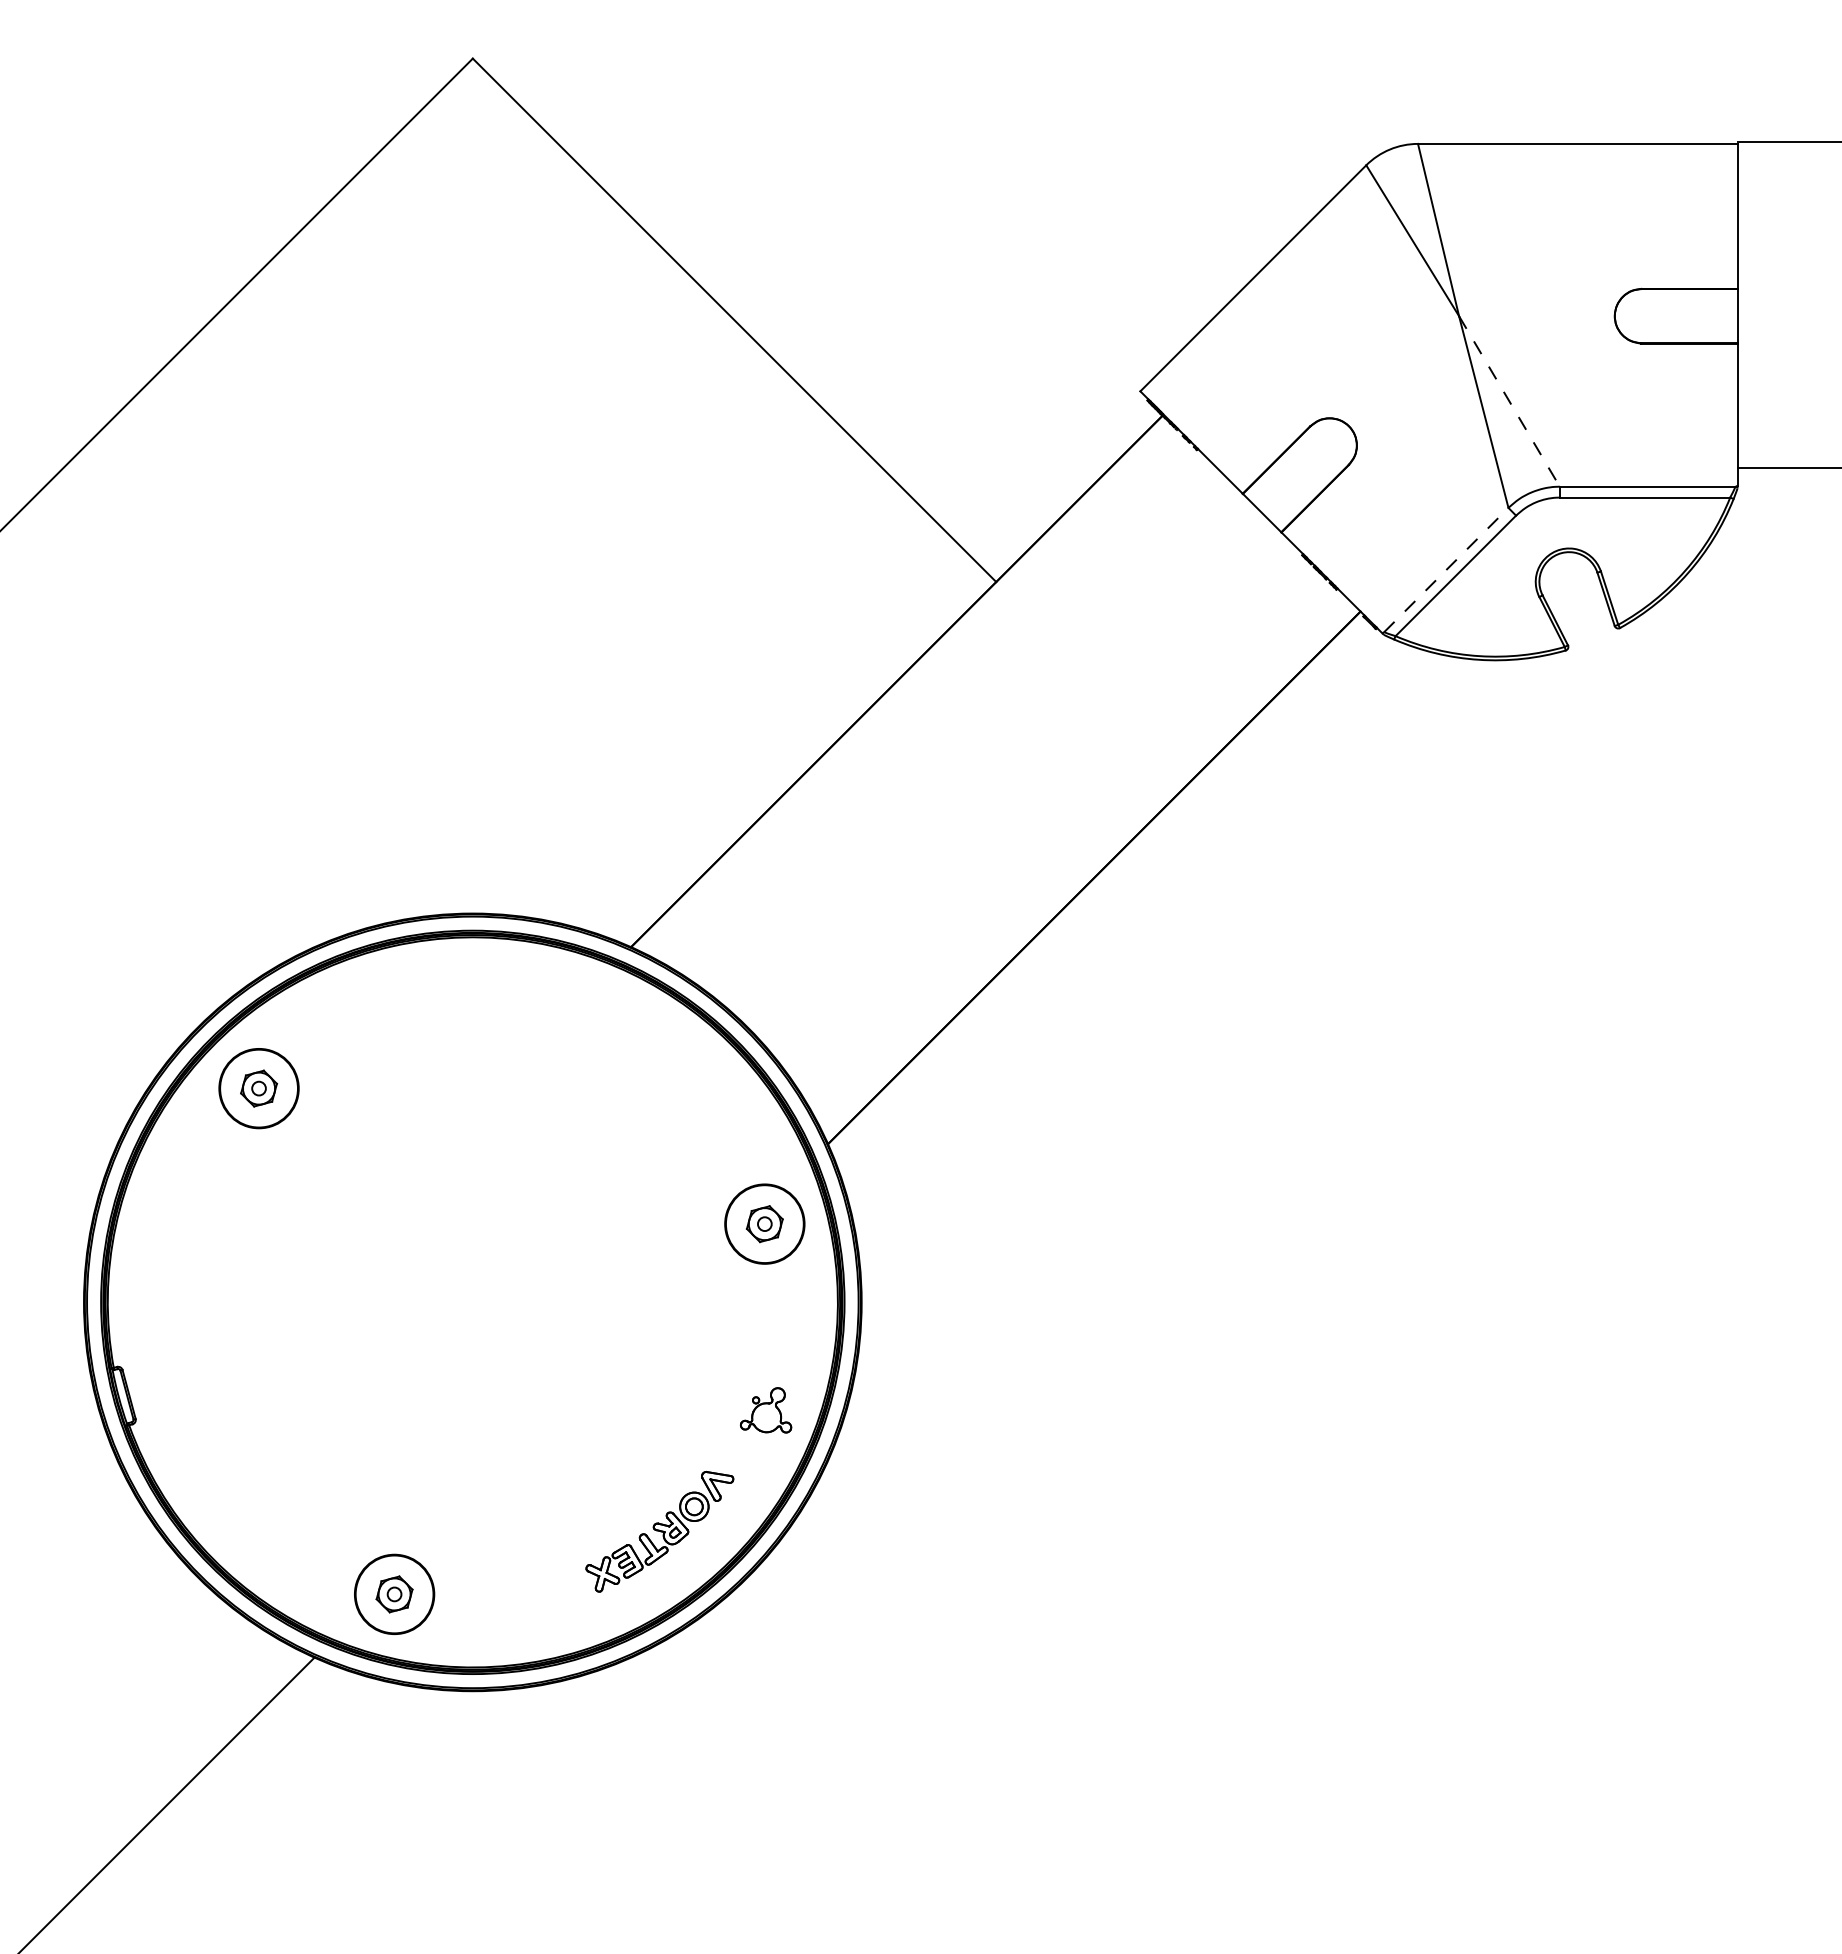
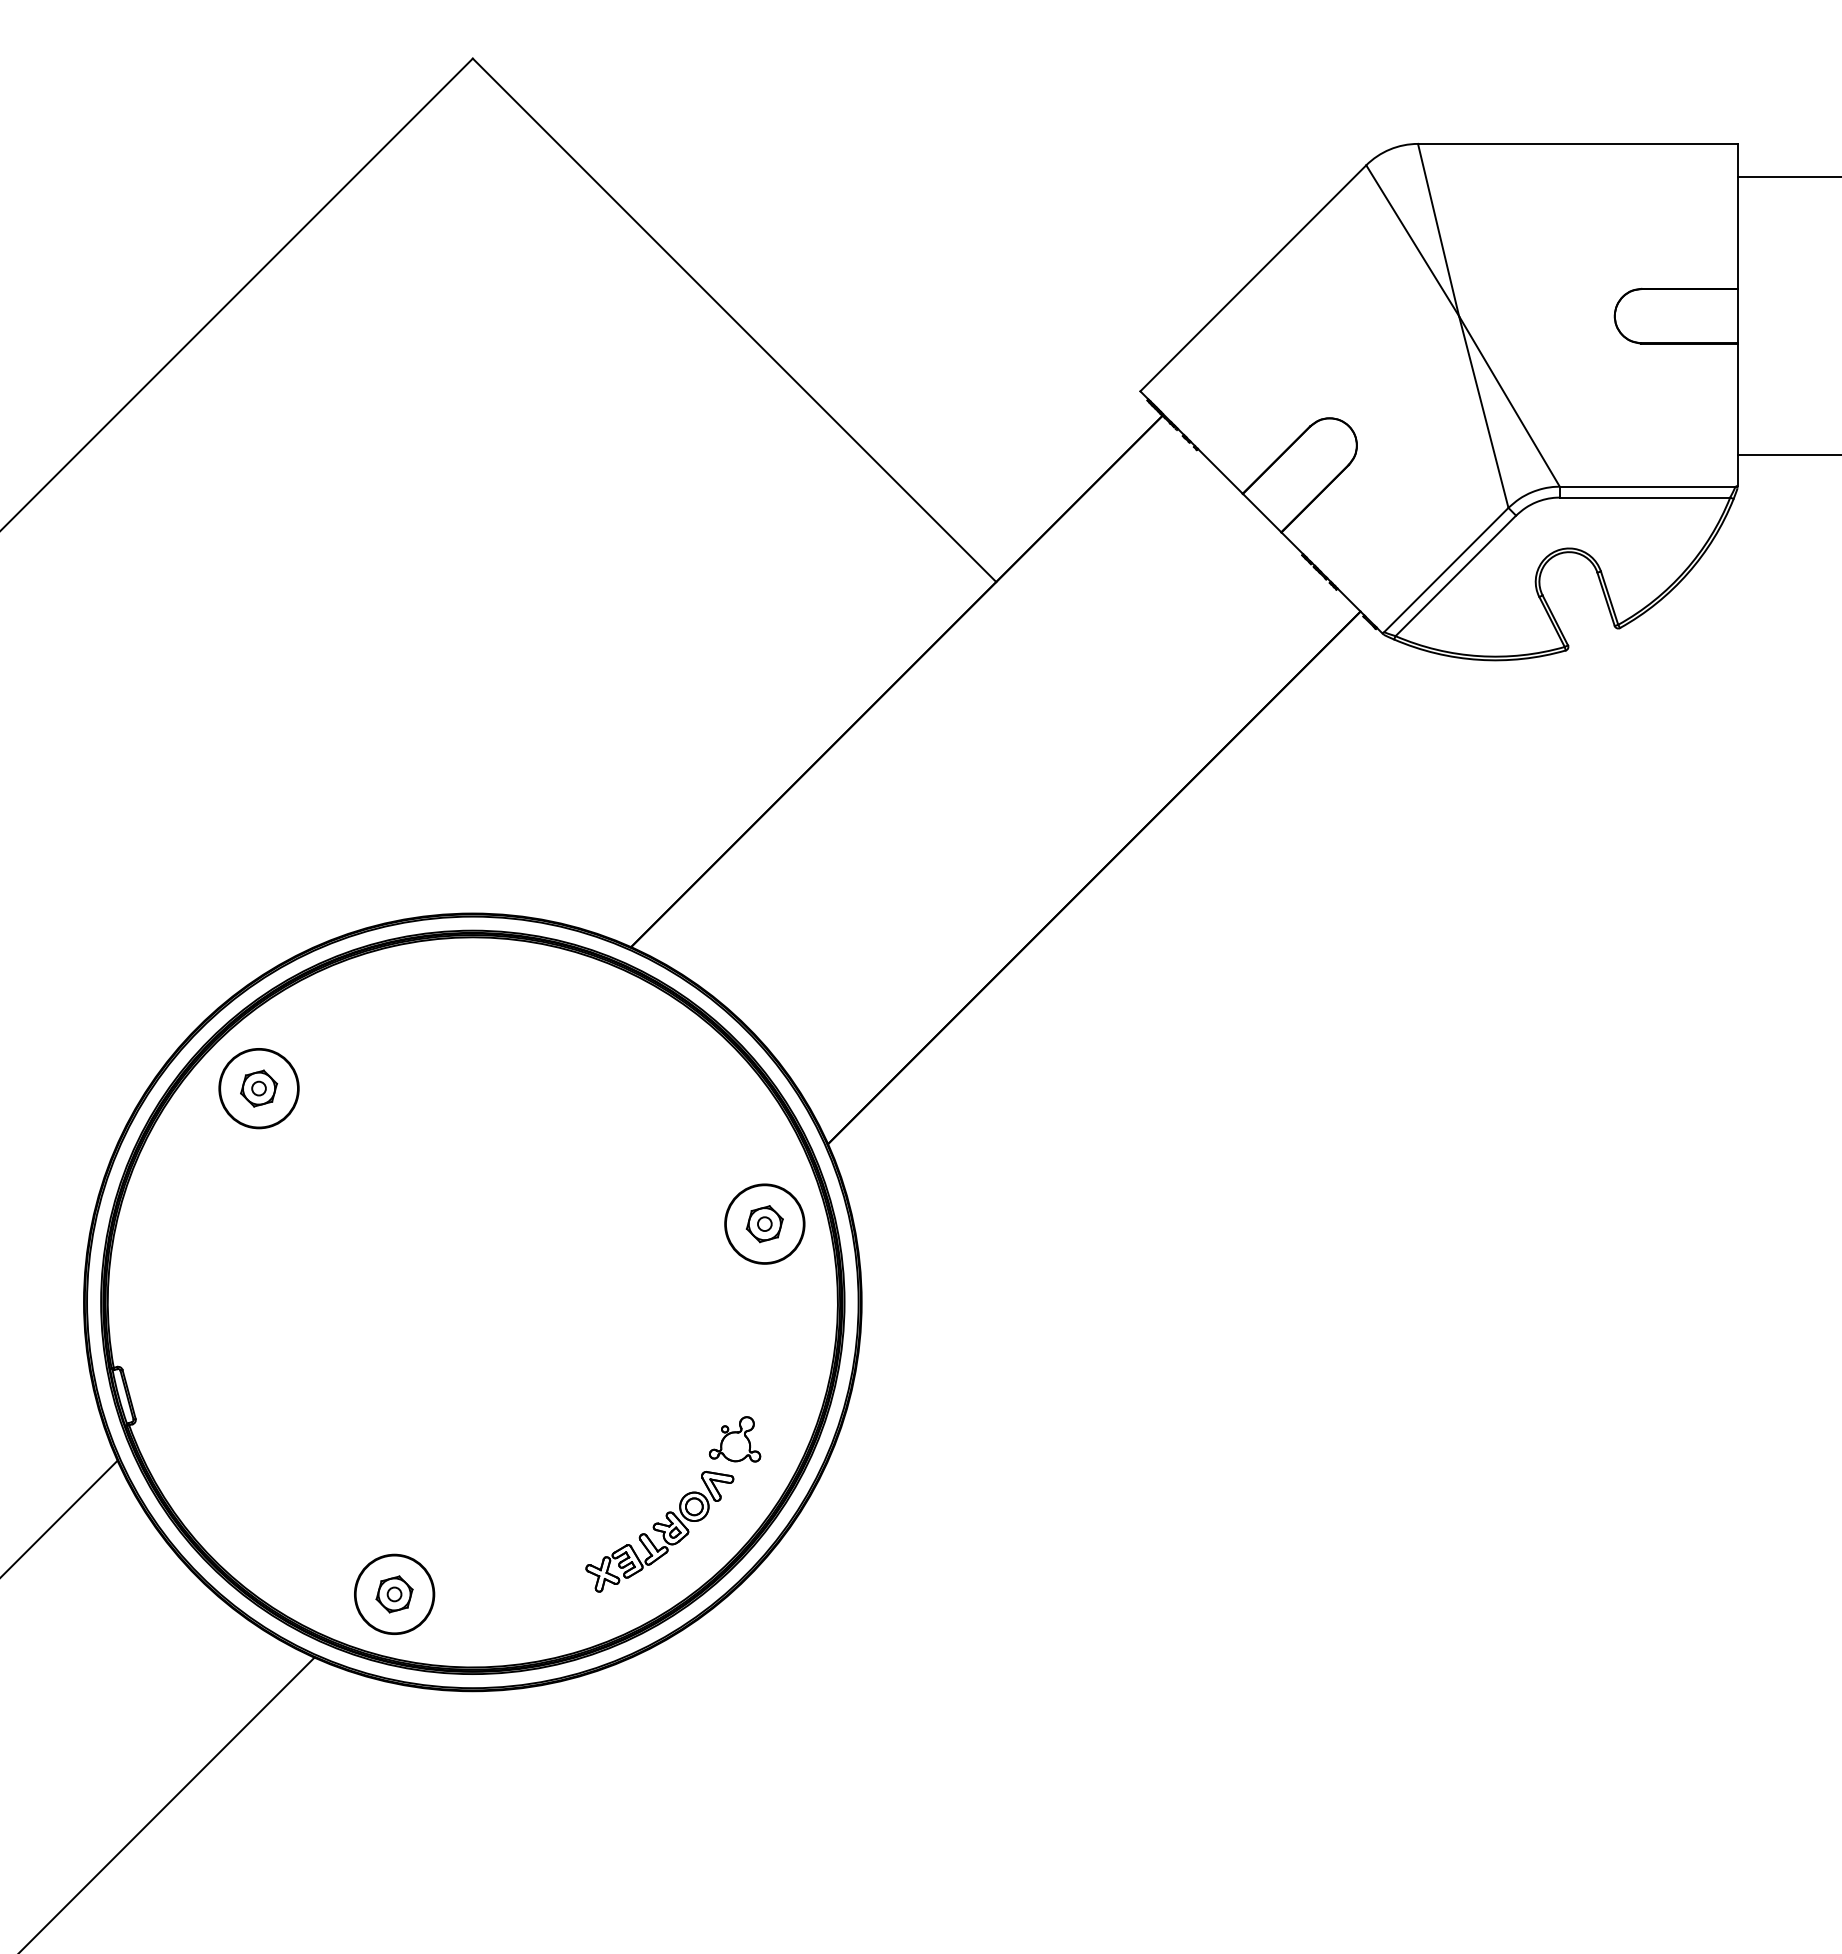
line at (1787, 141) position: (1787, 141) -> (1787, 176)
line at (1509, 401): dashed -> solid
line at (1787, 468) position: (1787, 468) -> (1787, 455)
line at (1446, 570): dashed -> solid
part at (765, 1410) position: (765, 1410) -> (734, 1439)
line at (59, 1518): none -> present
